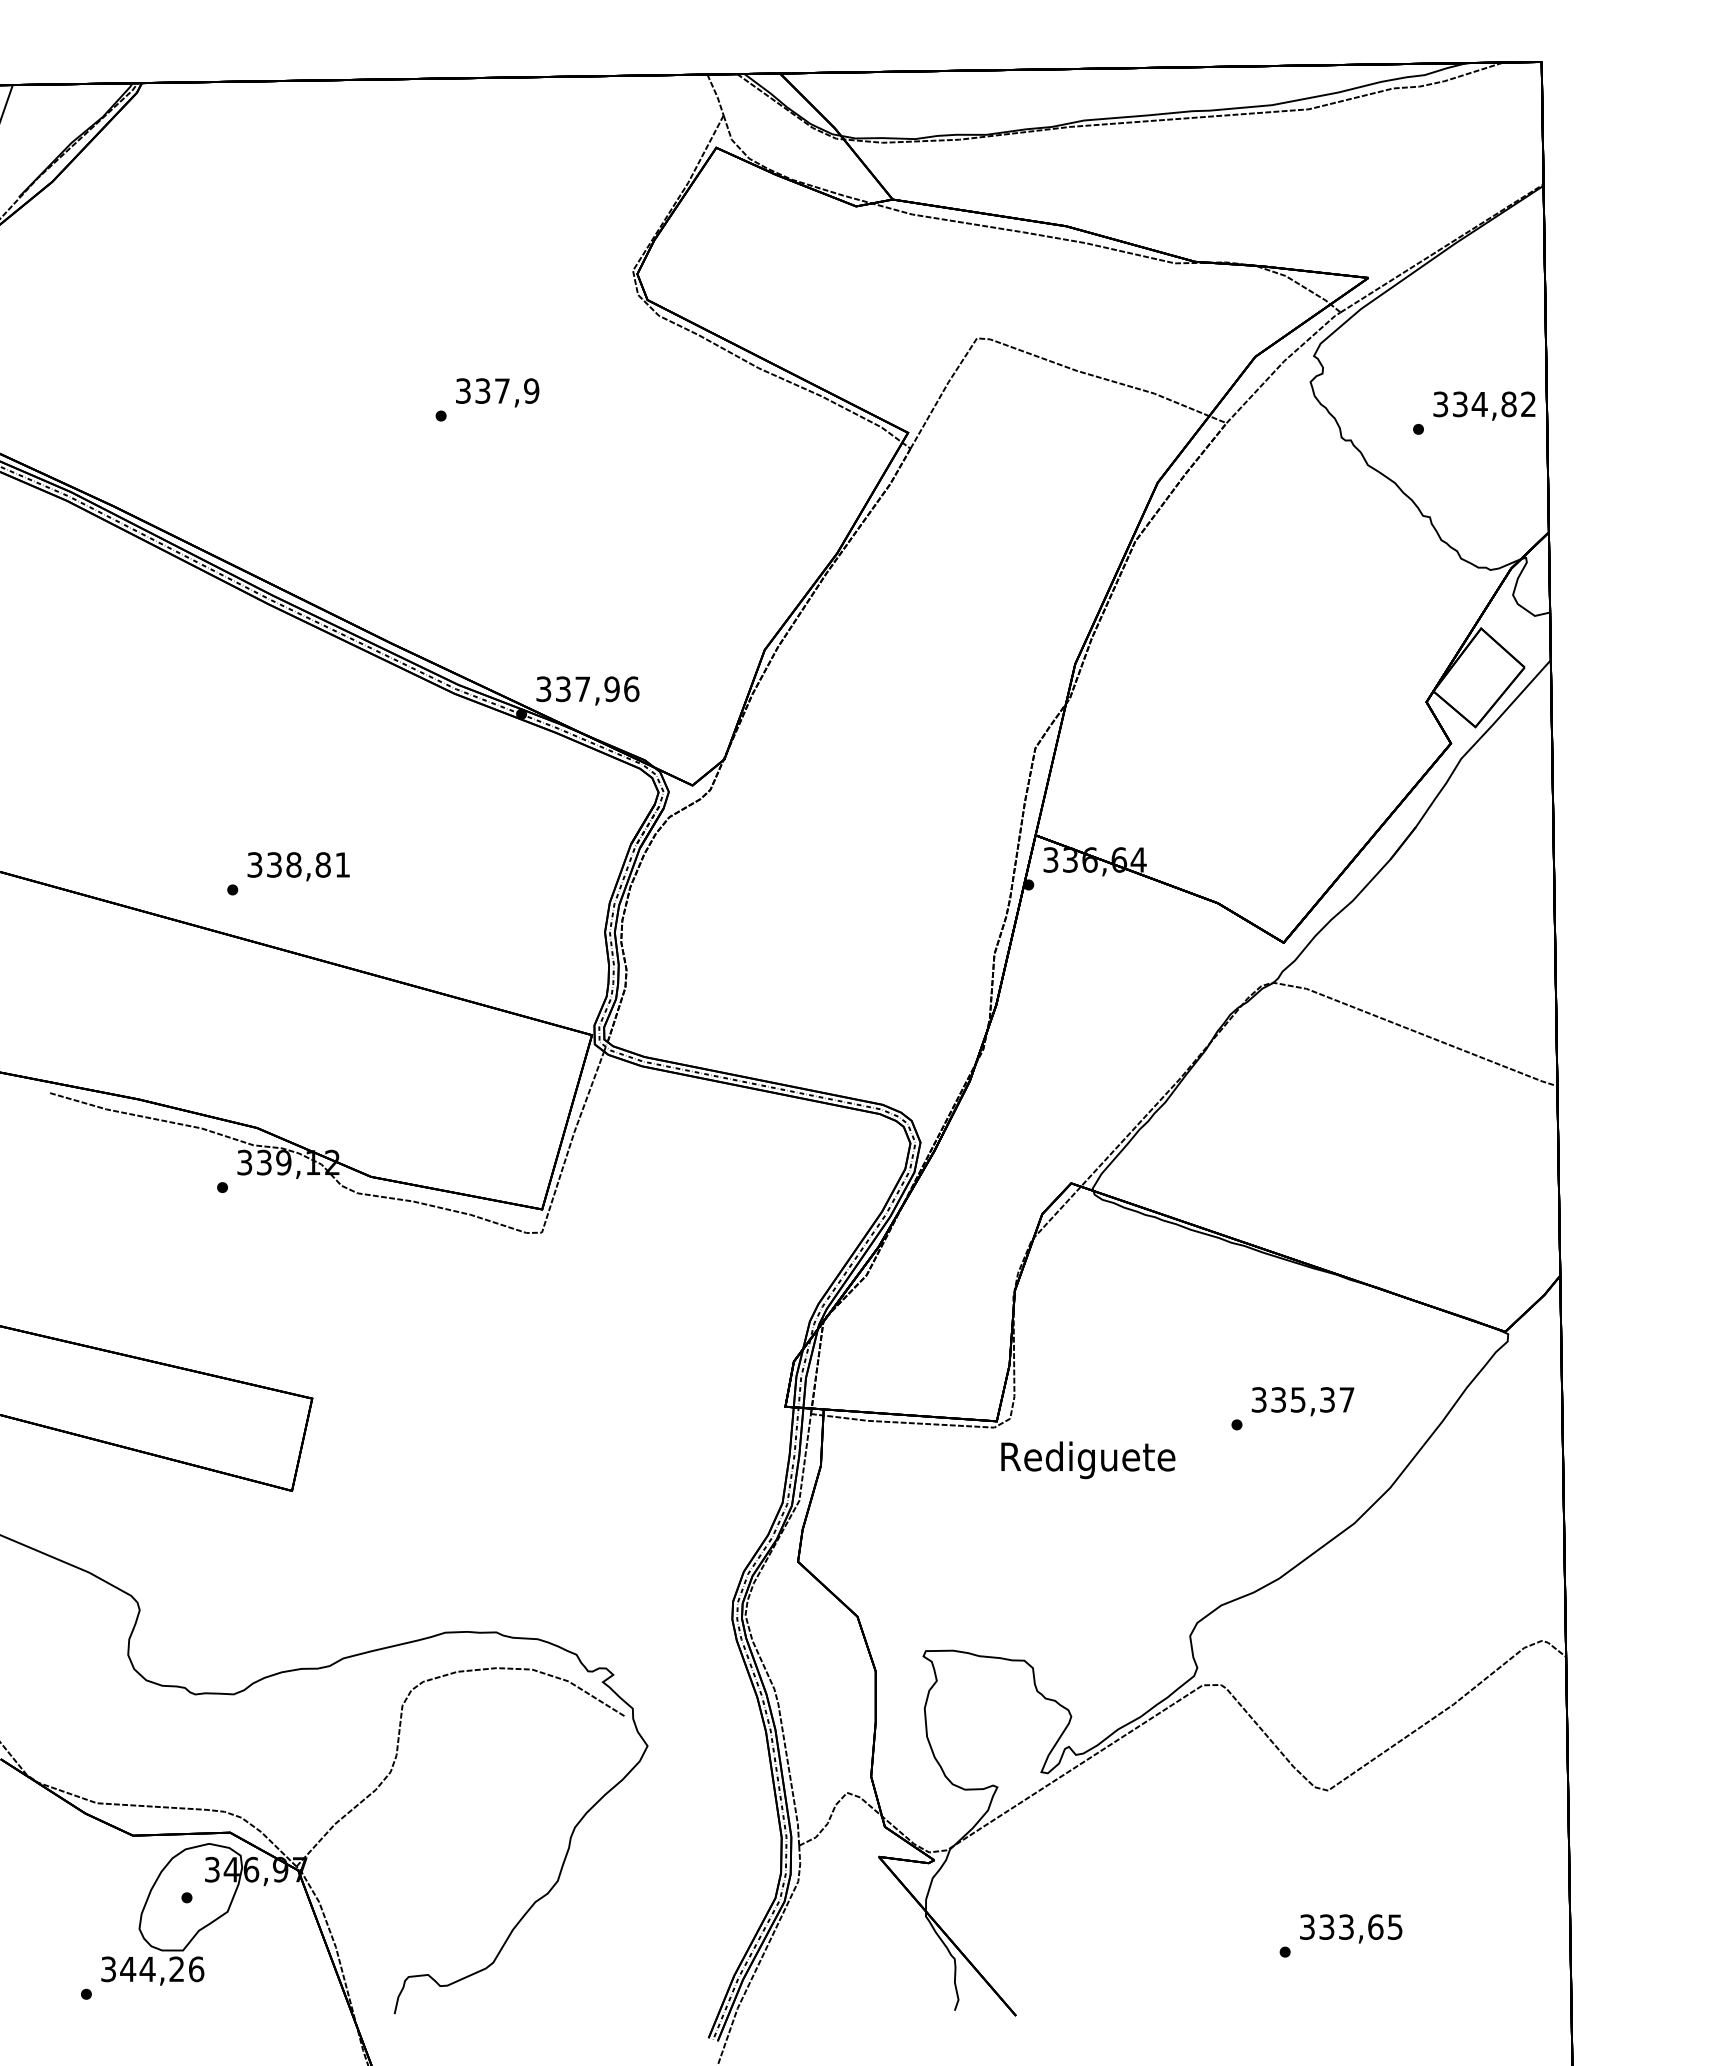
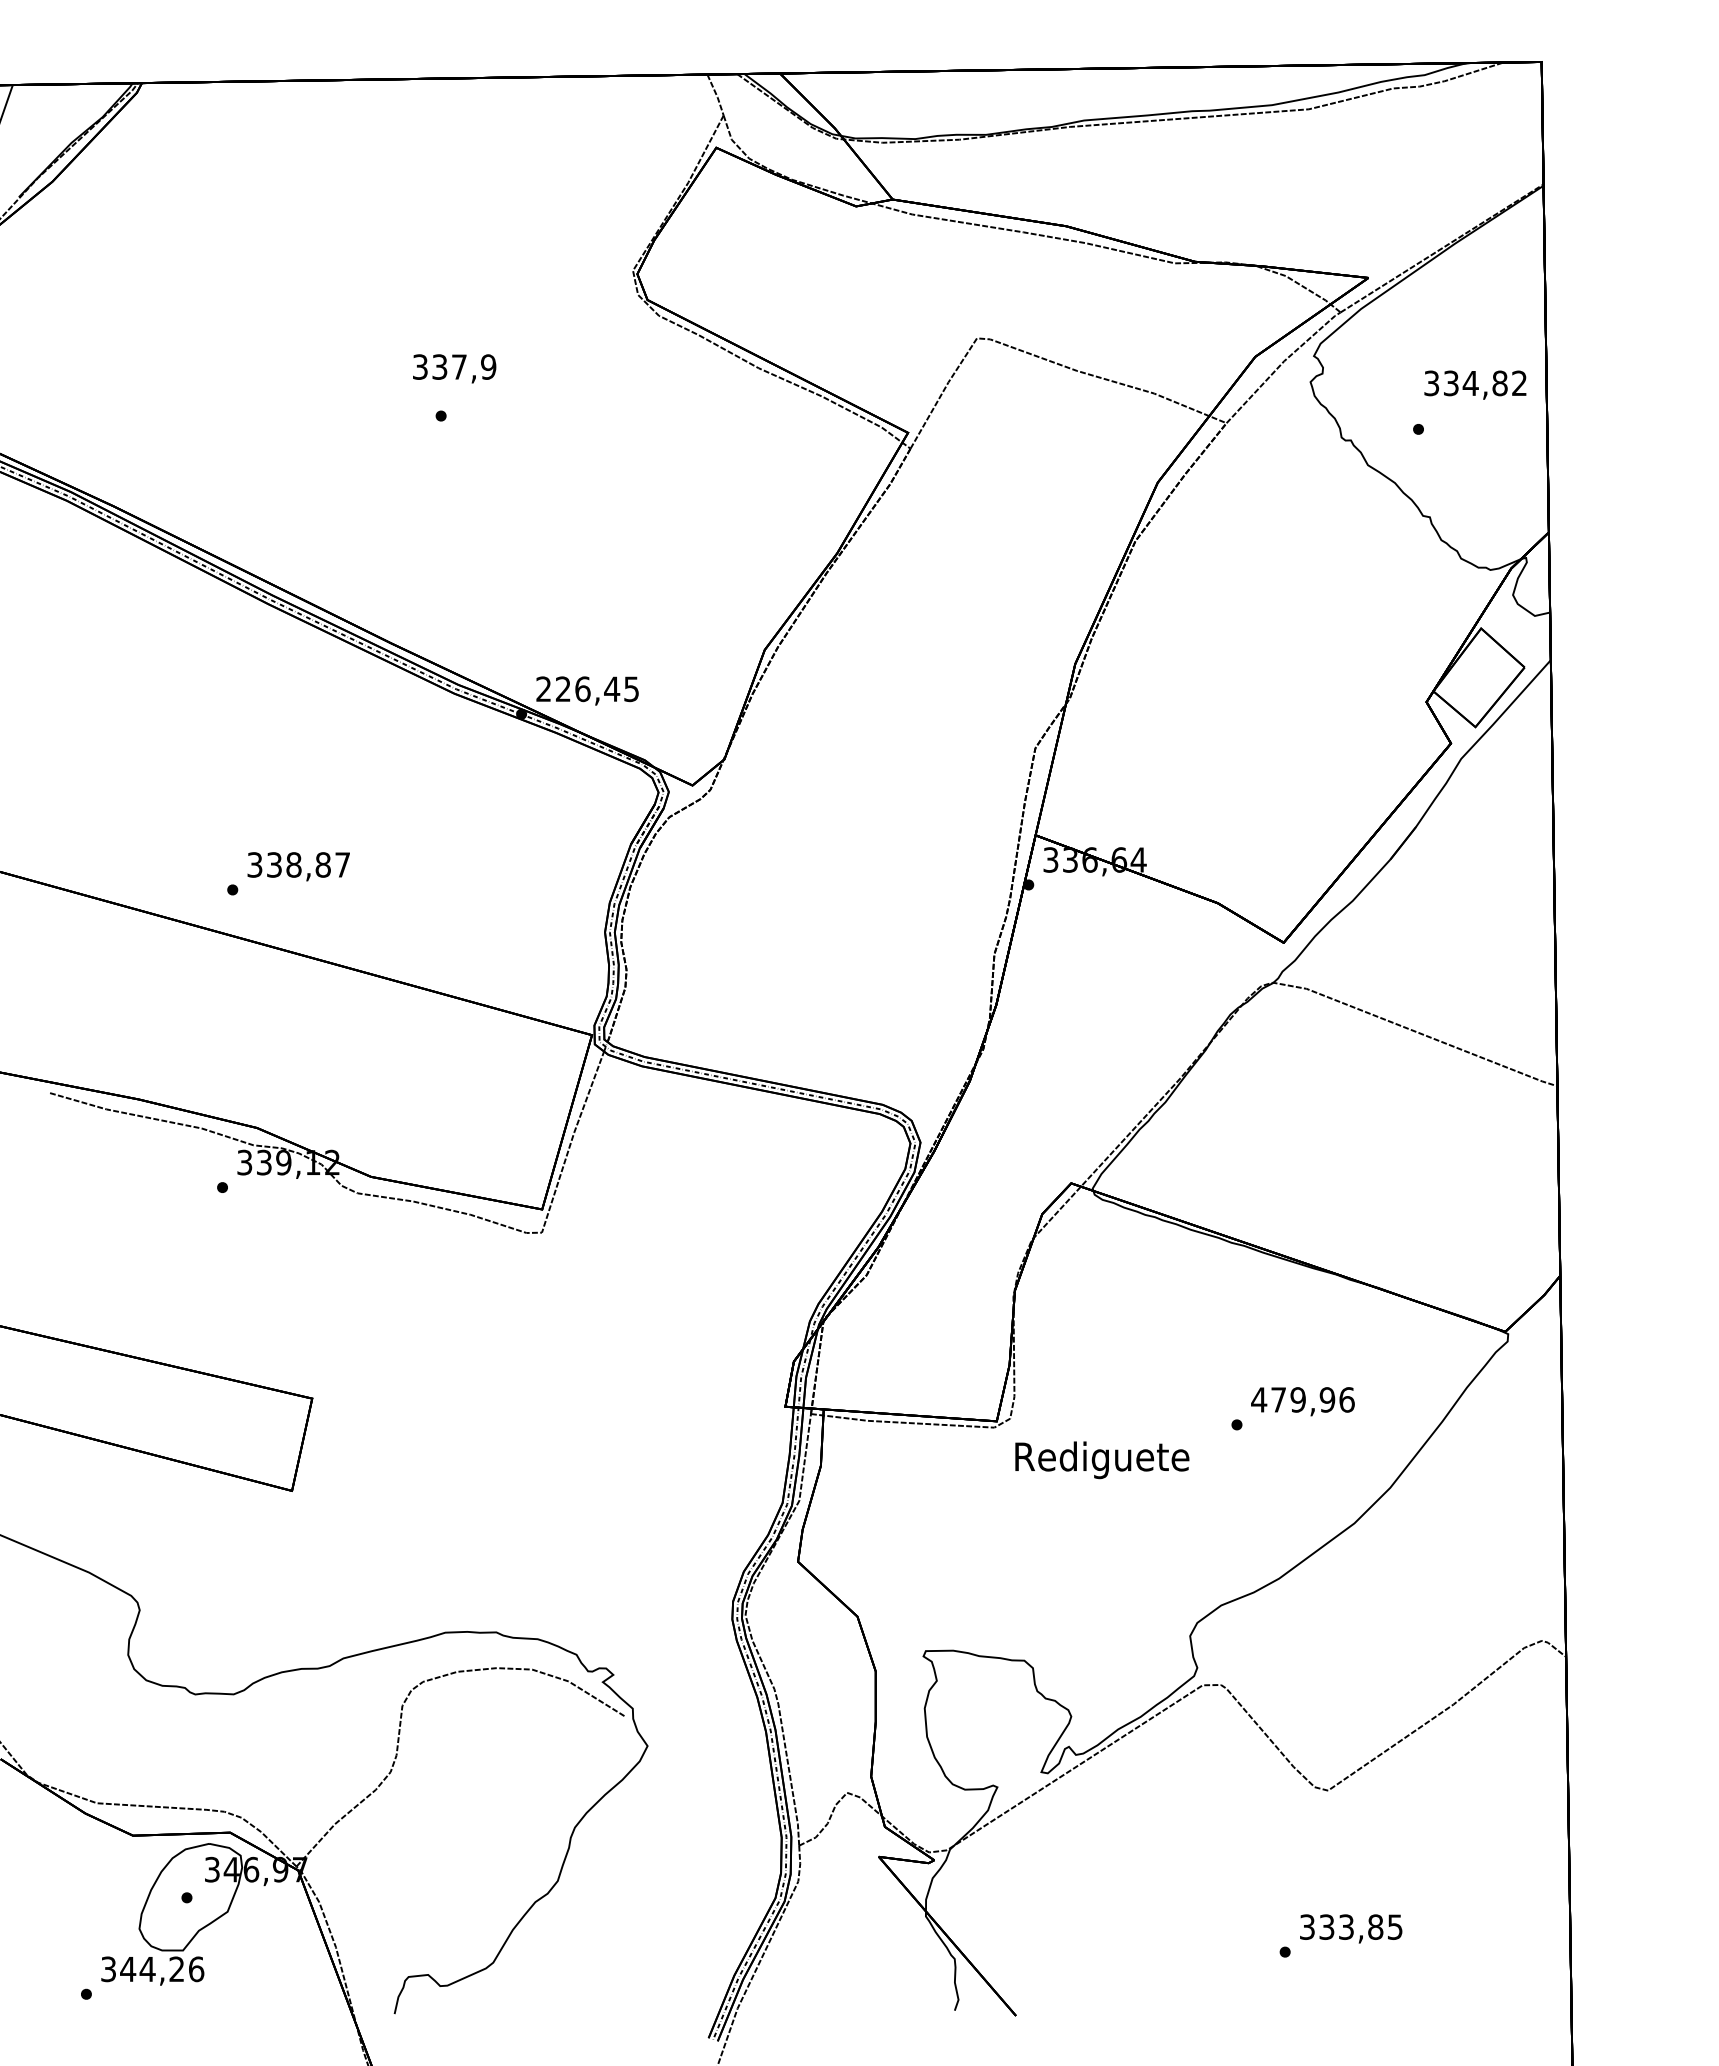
text at (497, 392) position: (497, 392) -> (454, 368)
text at (1484, 405) position: (1484, 405) -> (1475, 384)
text at (587, 689): 337,96 -> 226,45
text at (342, 864): 338,81 -> 338,87
text at (1302, 1399): 335,37 -> 479,96
text at (1088, 1460) position: (1088, 1460) -> (1102, 1460)
text at (1375, 1926): 333,65 -> 333,85
